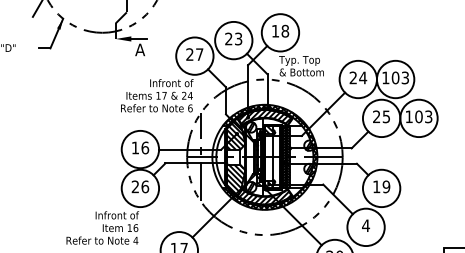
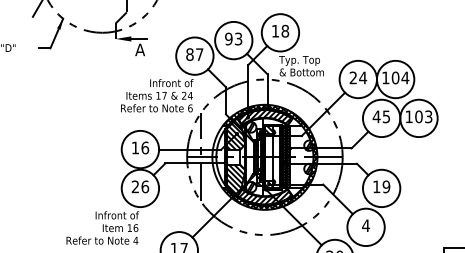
text at (228, 38): 23 -> 93
text at (189, 54): 27 -> 87
text at (405, 77): 103 -> 104
text at (376, 116): 25 -> 45
